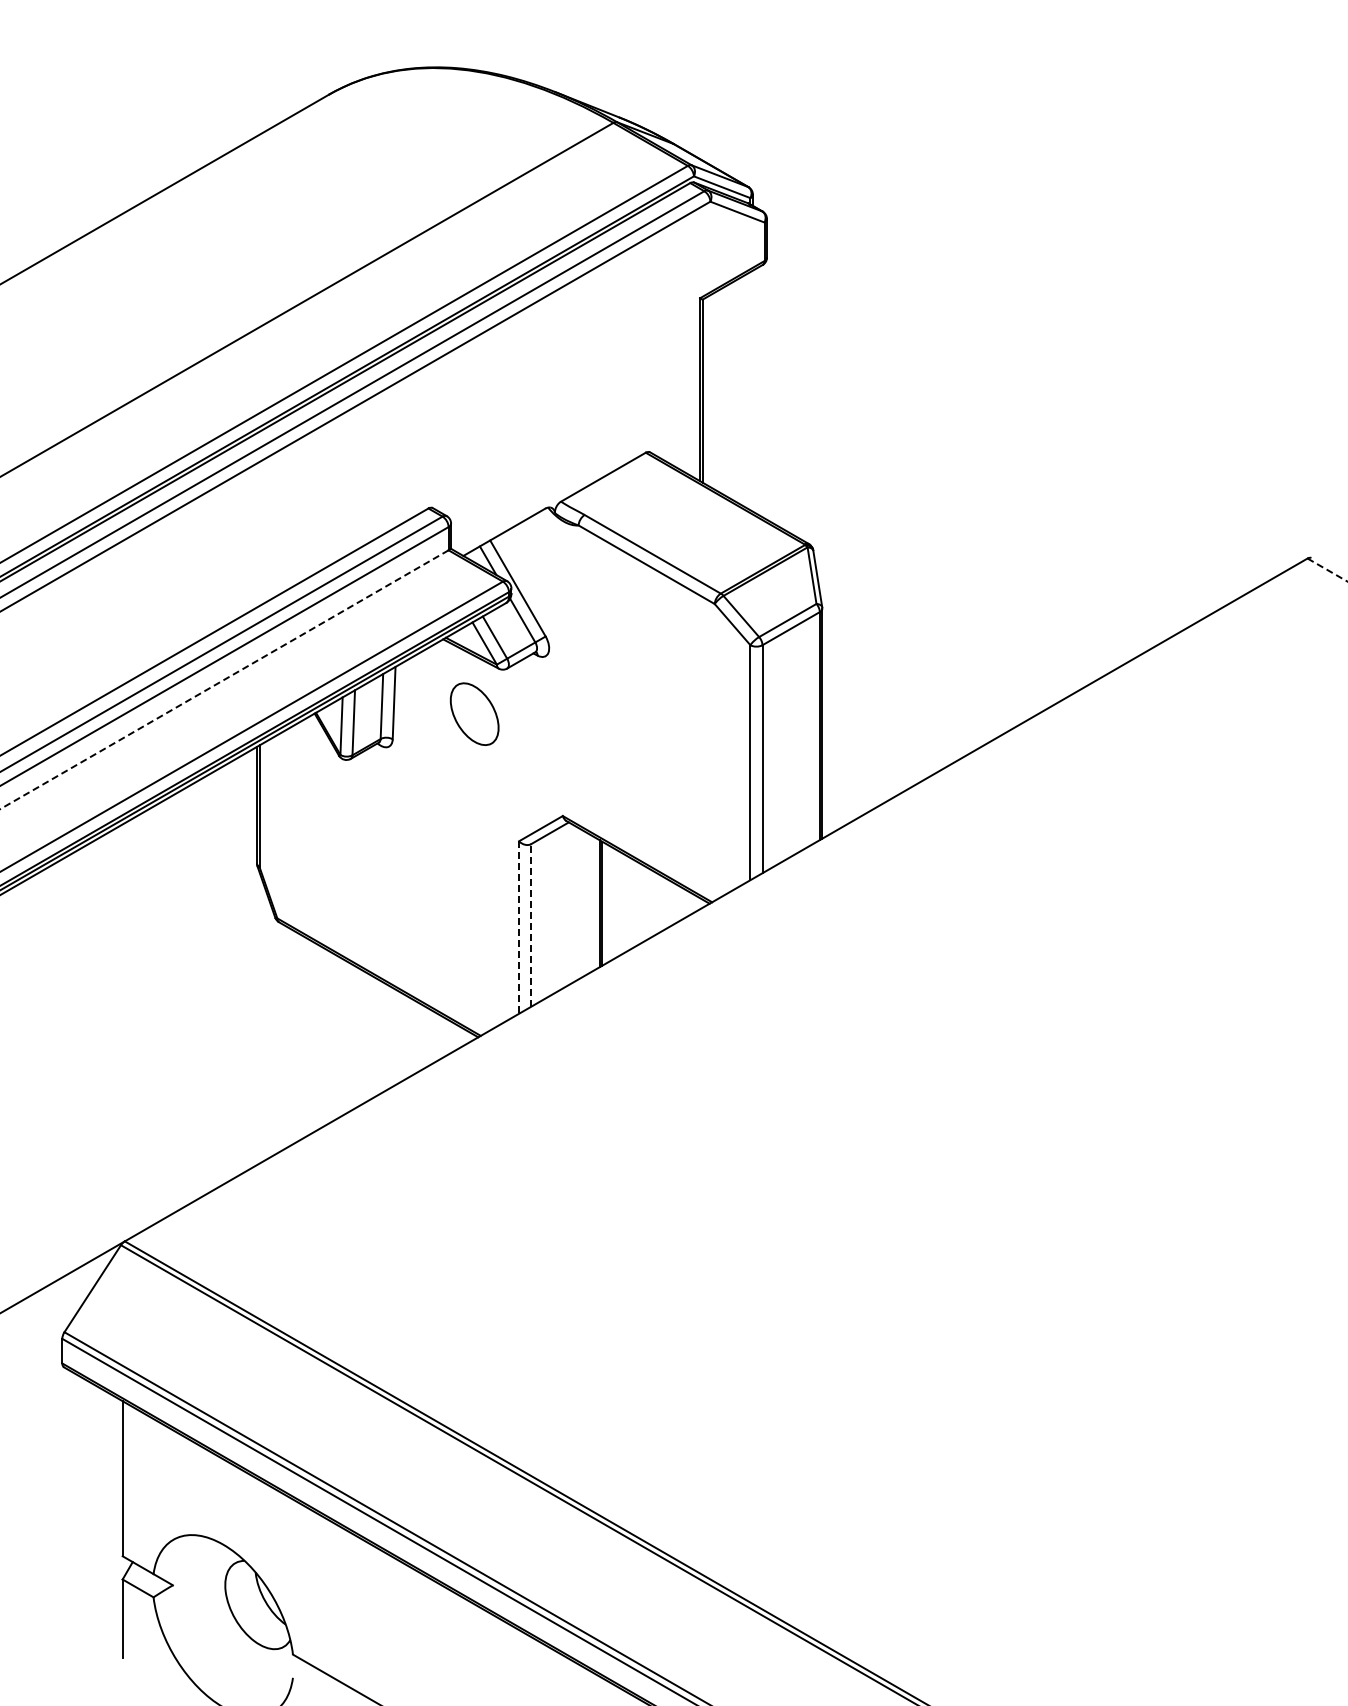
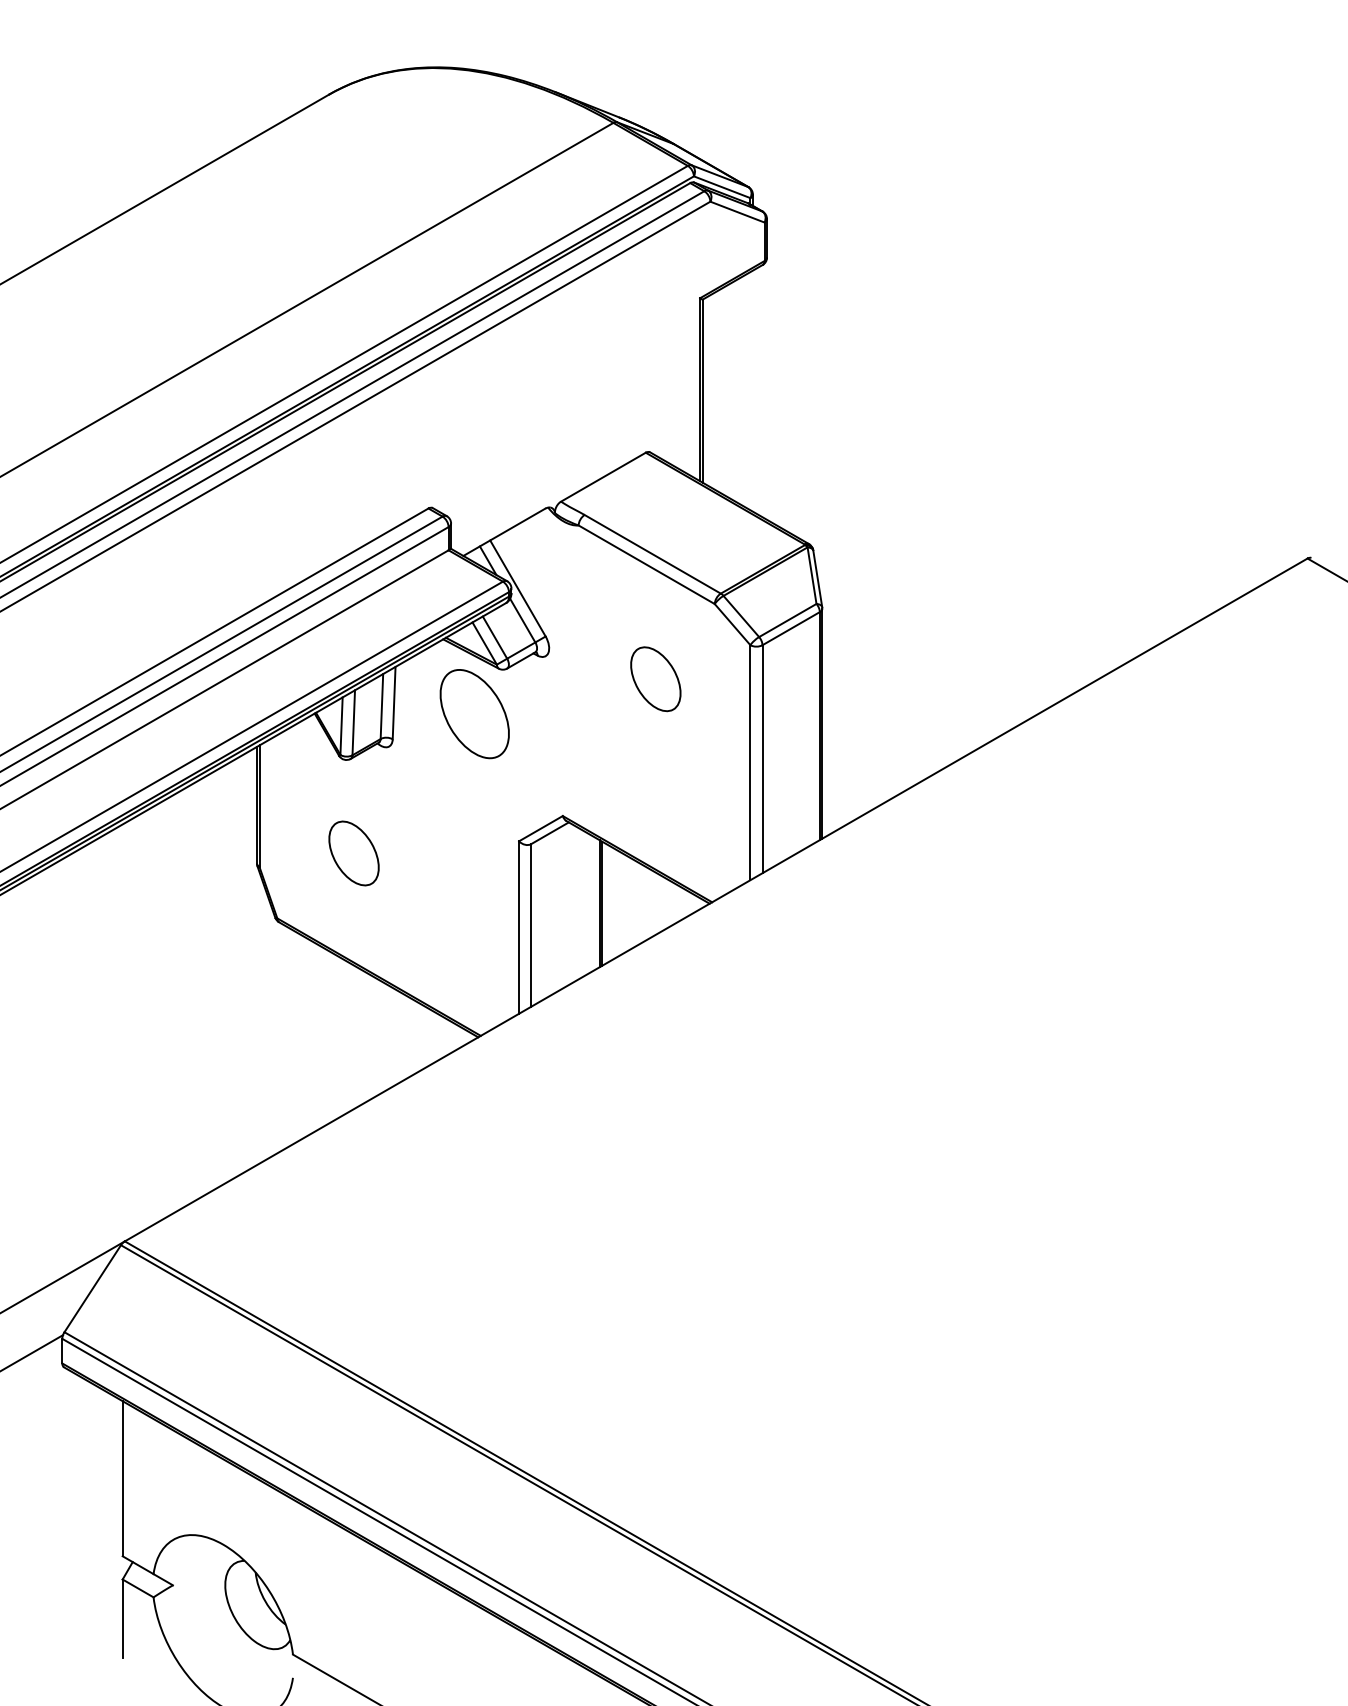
line at (1327, 570): dashed -> solid
line at (224, 679): dashed -> solid
part at (655, 679): none -> present
part at (474, 713) size: 51x64 px -> 71x91 px
part at (353, 853): none -> present
line at (531, 925): dashed -> solid
line at (519, 928): dashed -> solid
line at (32, 1352): none -> present
